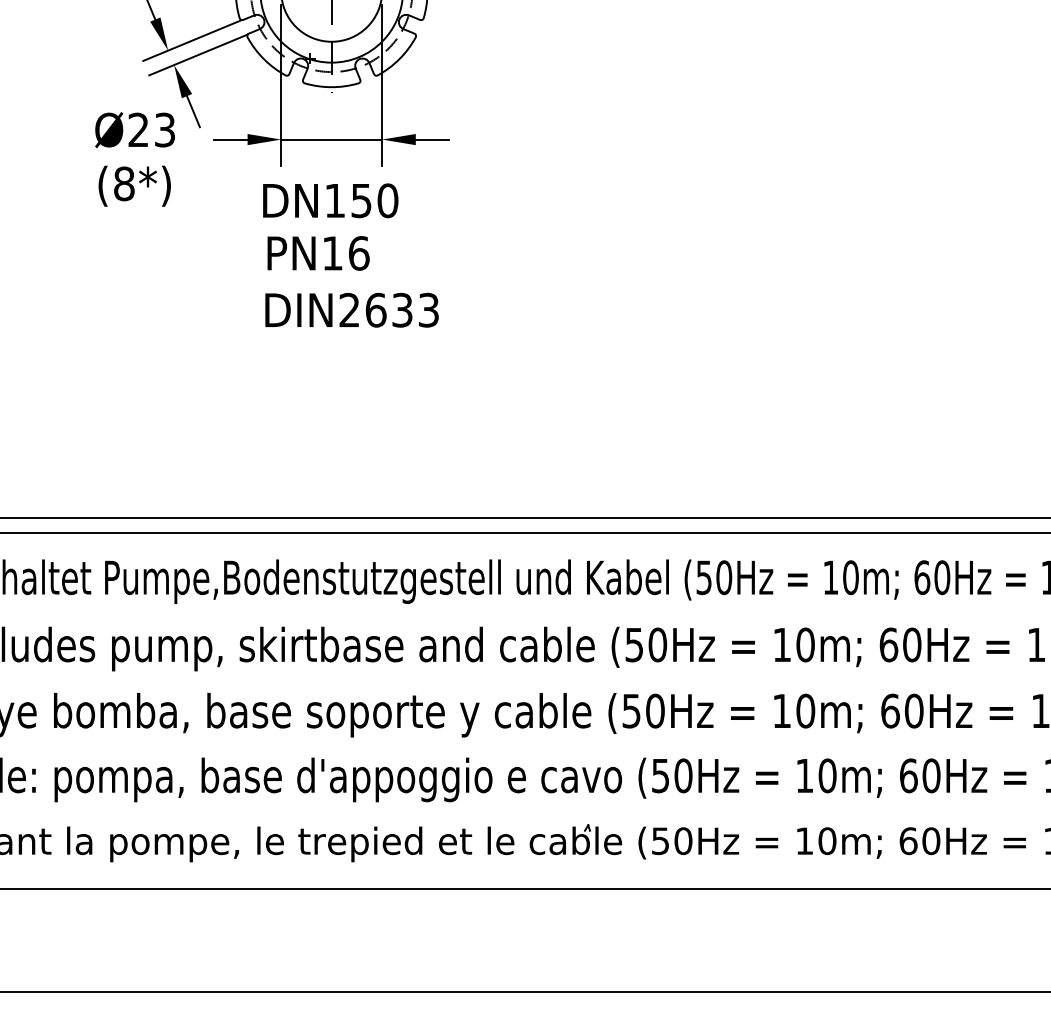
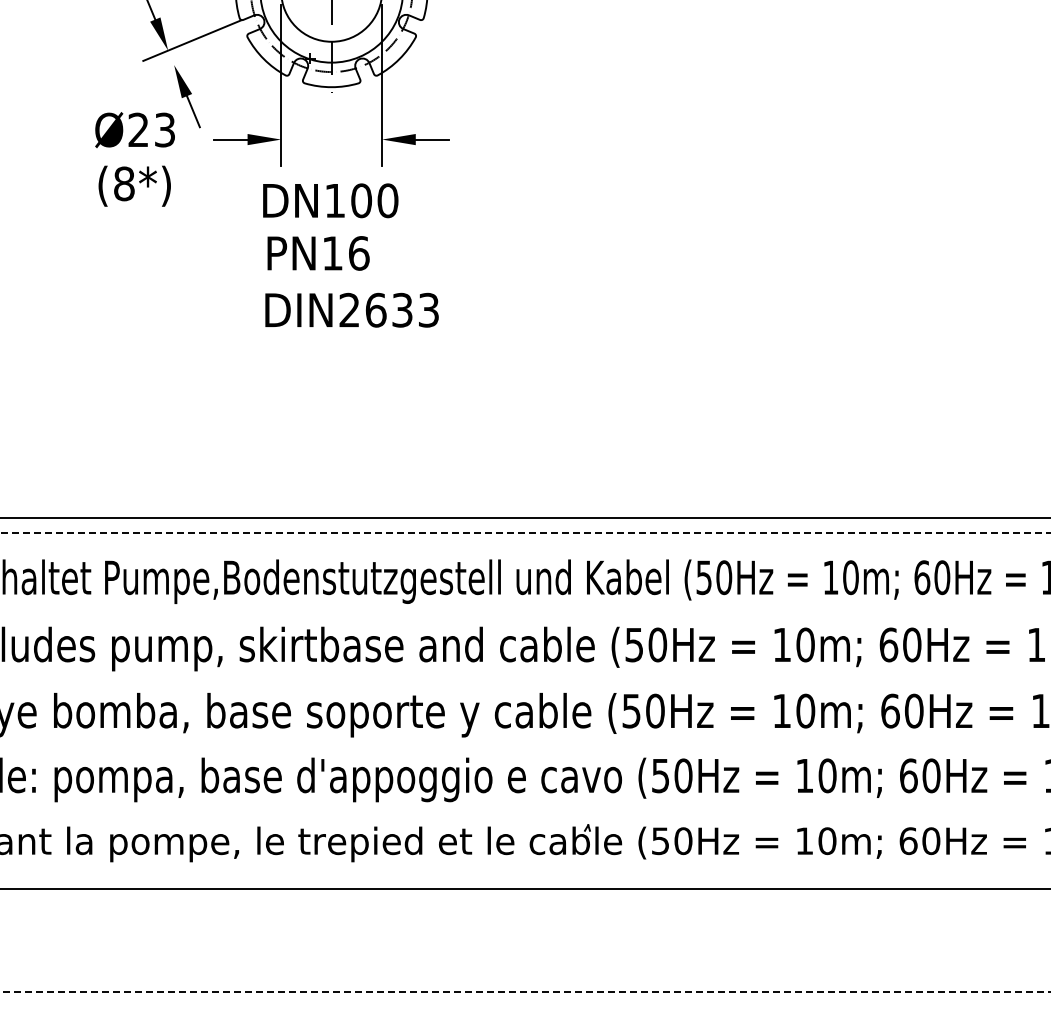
line at (198, 54): present -> none
line at (331, 139): present -> none
text at (361, 200): DN150 -> DN100
line at (525, 533): solid -> dashed
line at (525, 992): solid -> dashed
